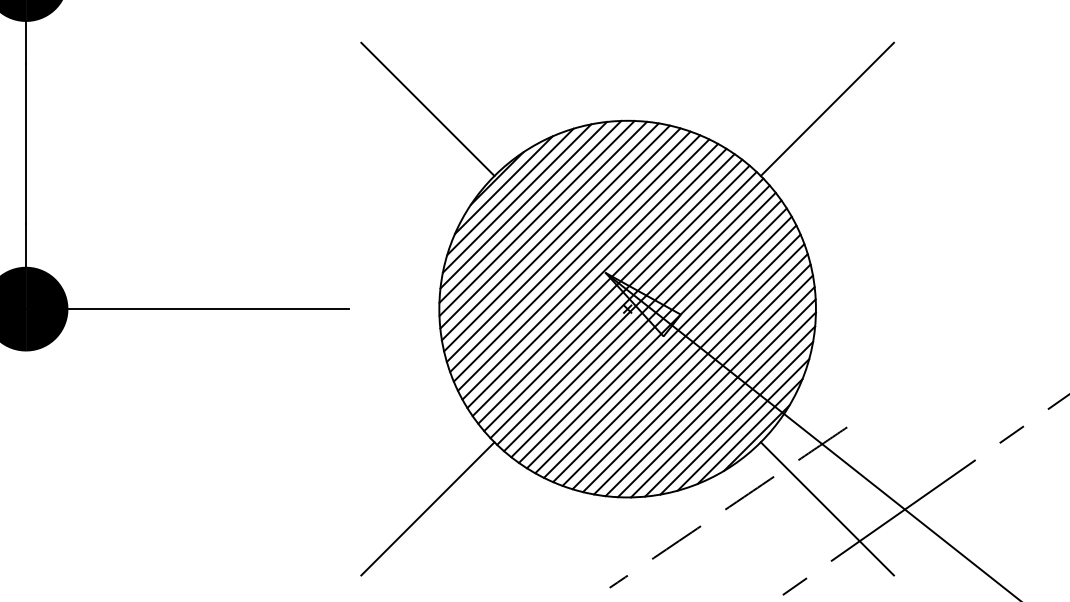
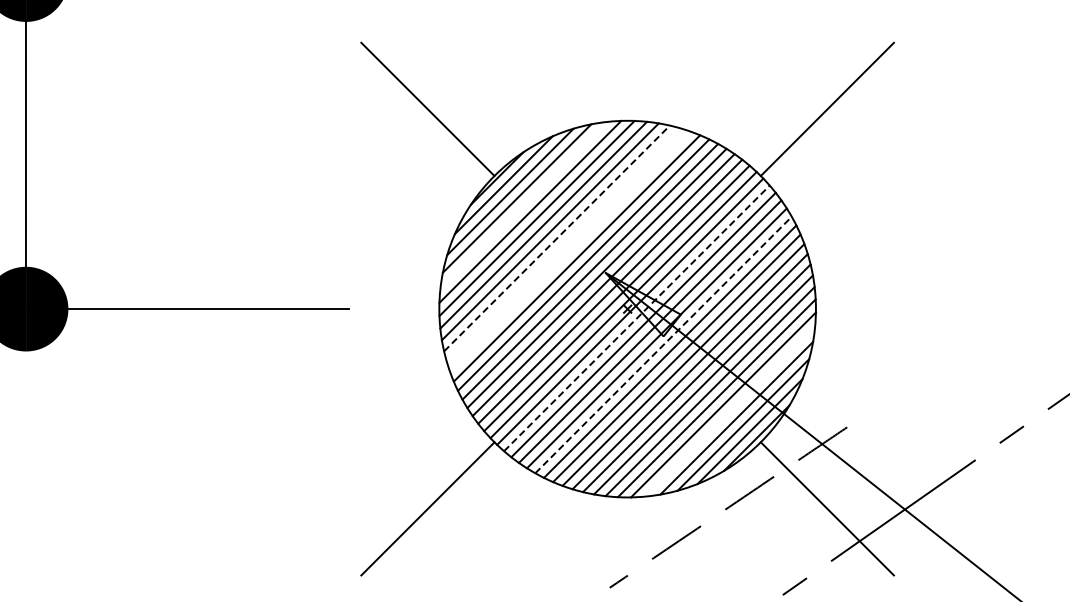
line at (523, 204): present -> none
line at (557, 238): solid -> dashed
line at (563, 244): present -> none
line at (570, 251): present -> none
line at (636, 318): solid -> dashed
line at (663, 344): solid -> dashed
line at (730, 411): present -> none
